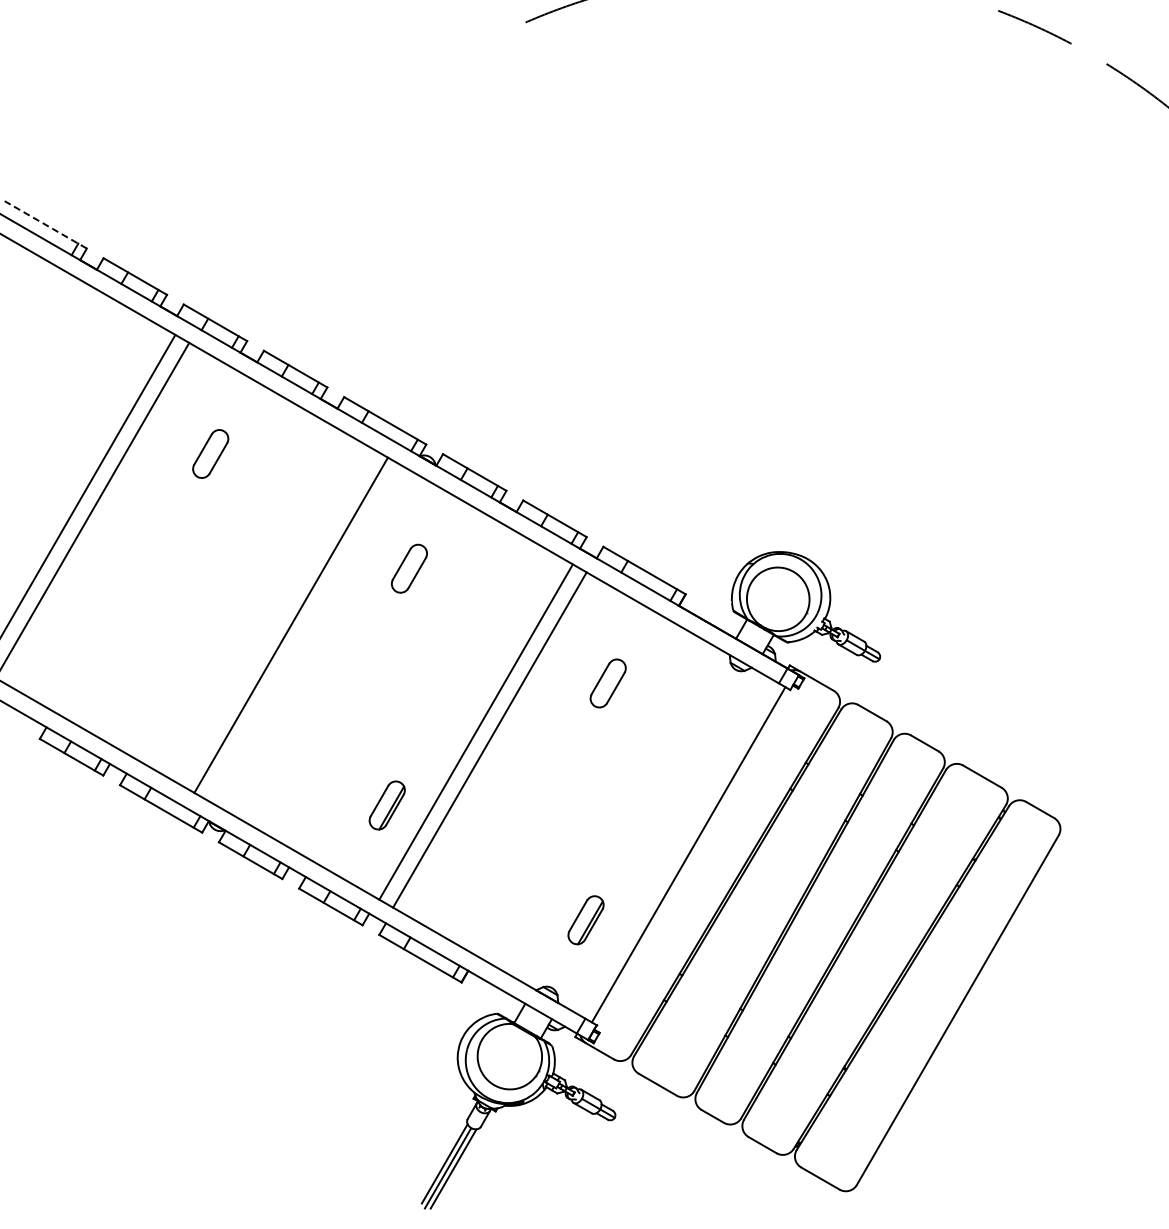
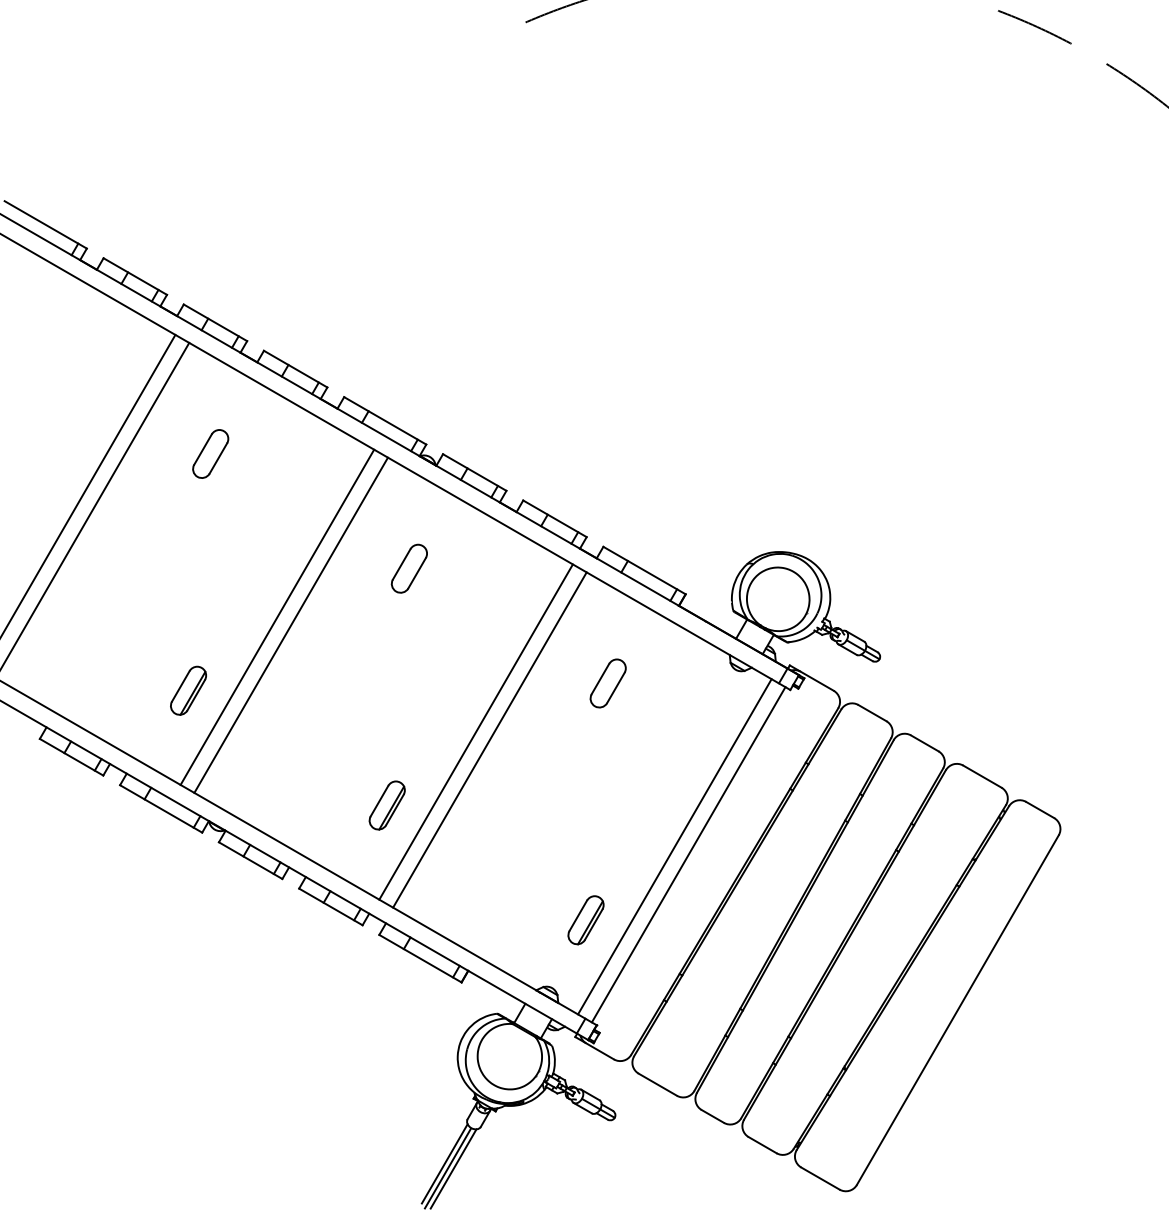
line at (45, 224): dashed -> solid
line at (277, 616): none -> present
part at (188, 690): none -> present
line at (674, 846): none -> present
